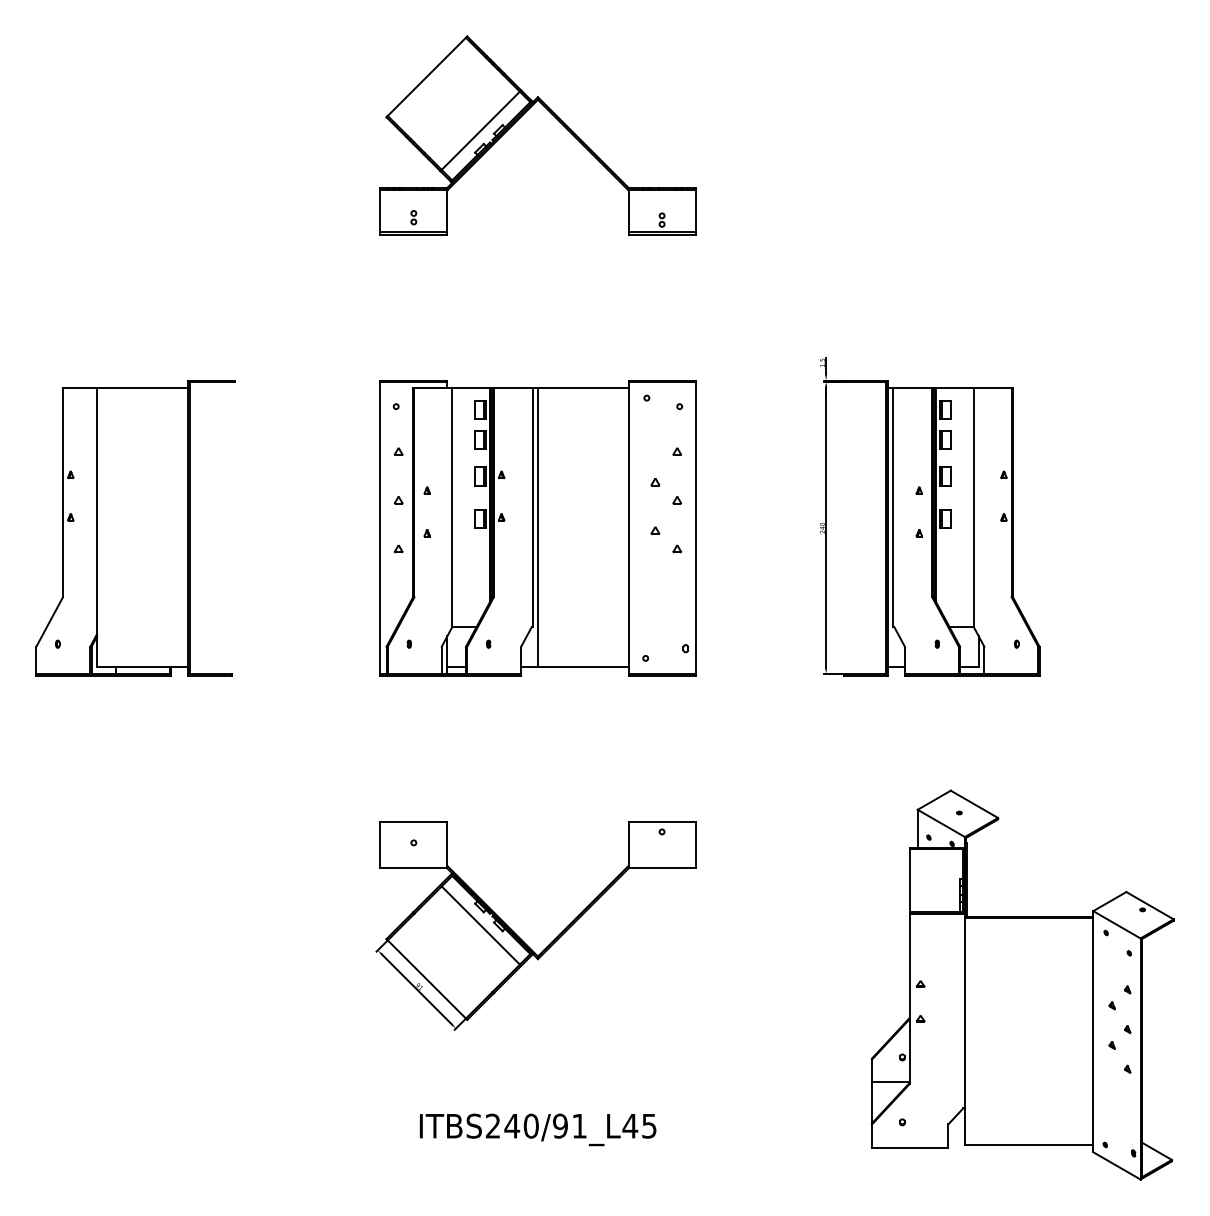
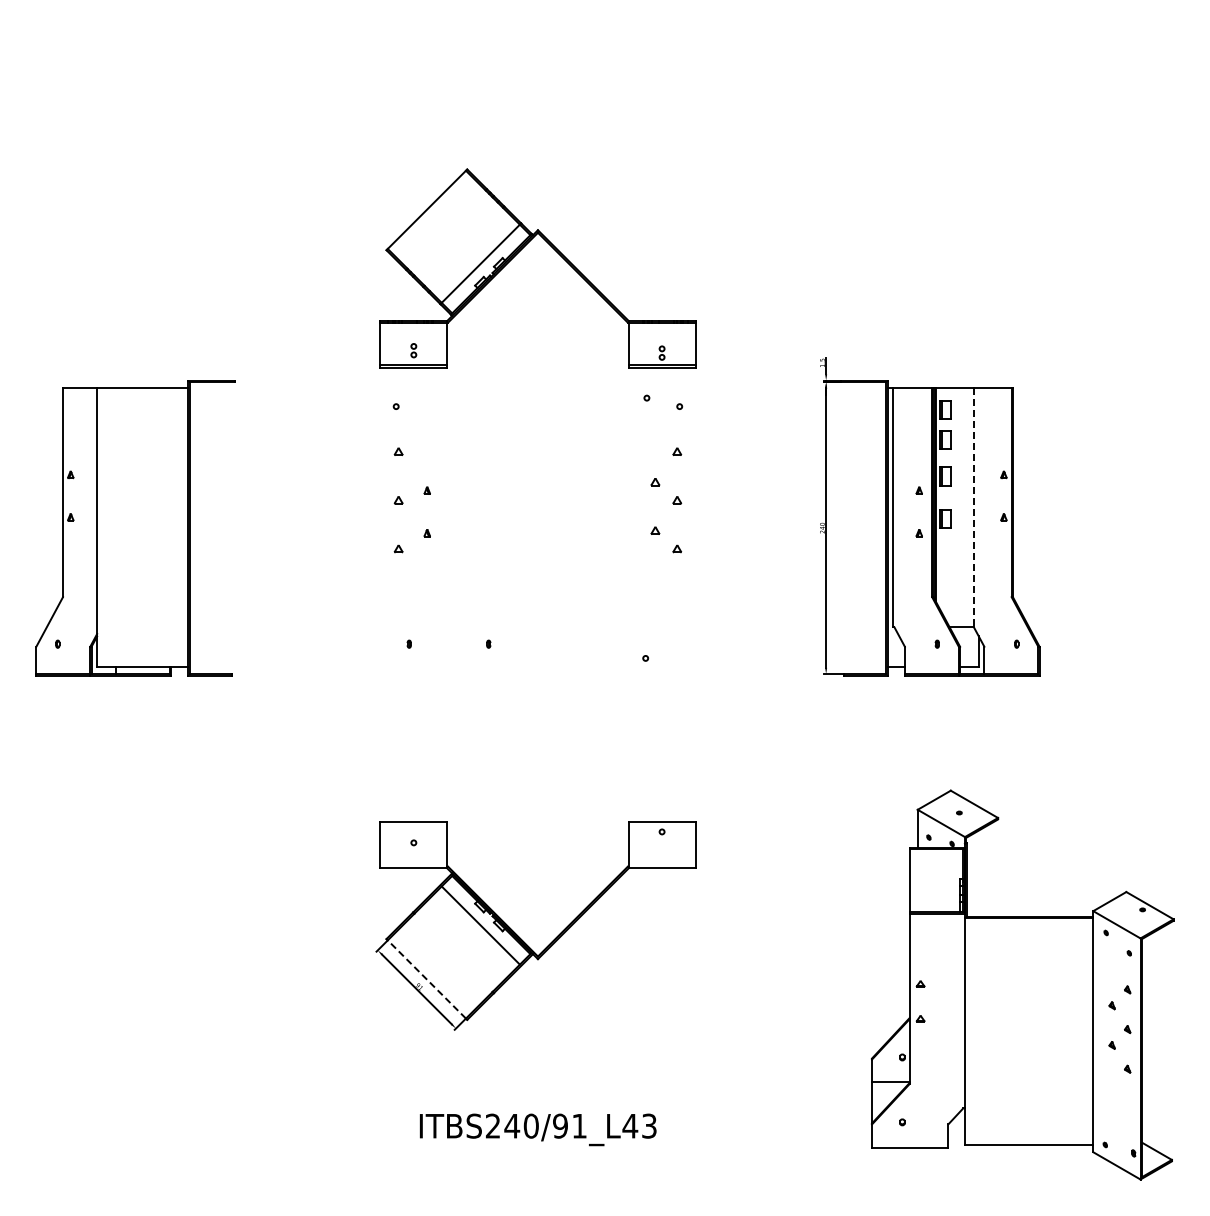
part at (520, 118) position: (520, 118) -> (520, 251)
line at (973, 508): solid -> dashed
part at (537, 528): present -> none
line at (426, 979): solid -> dashed
text at (649, 1125): ITBS240/91_L45 -> ITBS240/91_L43
